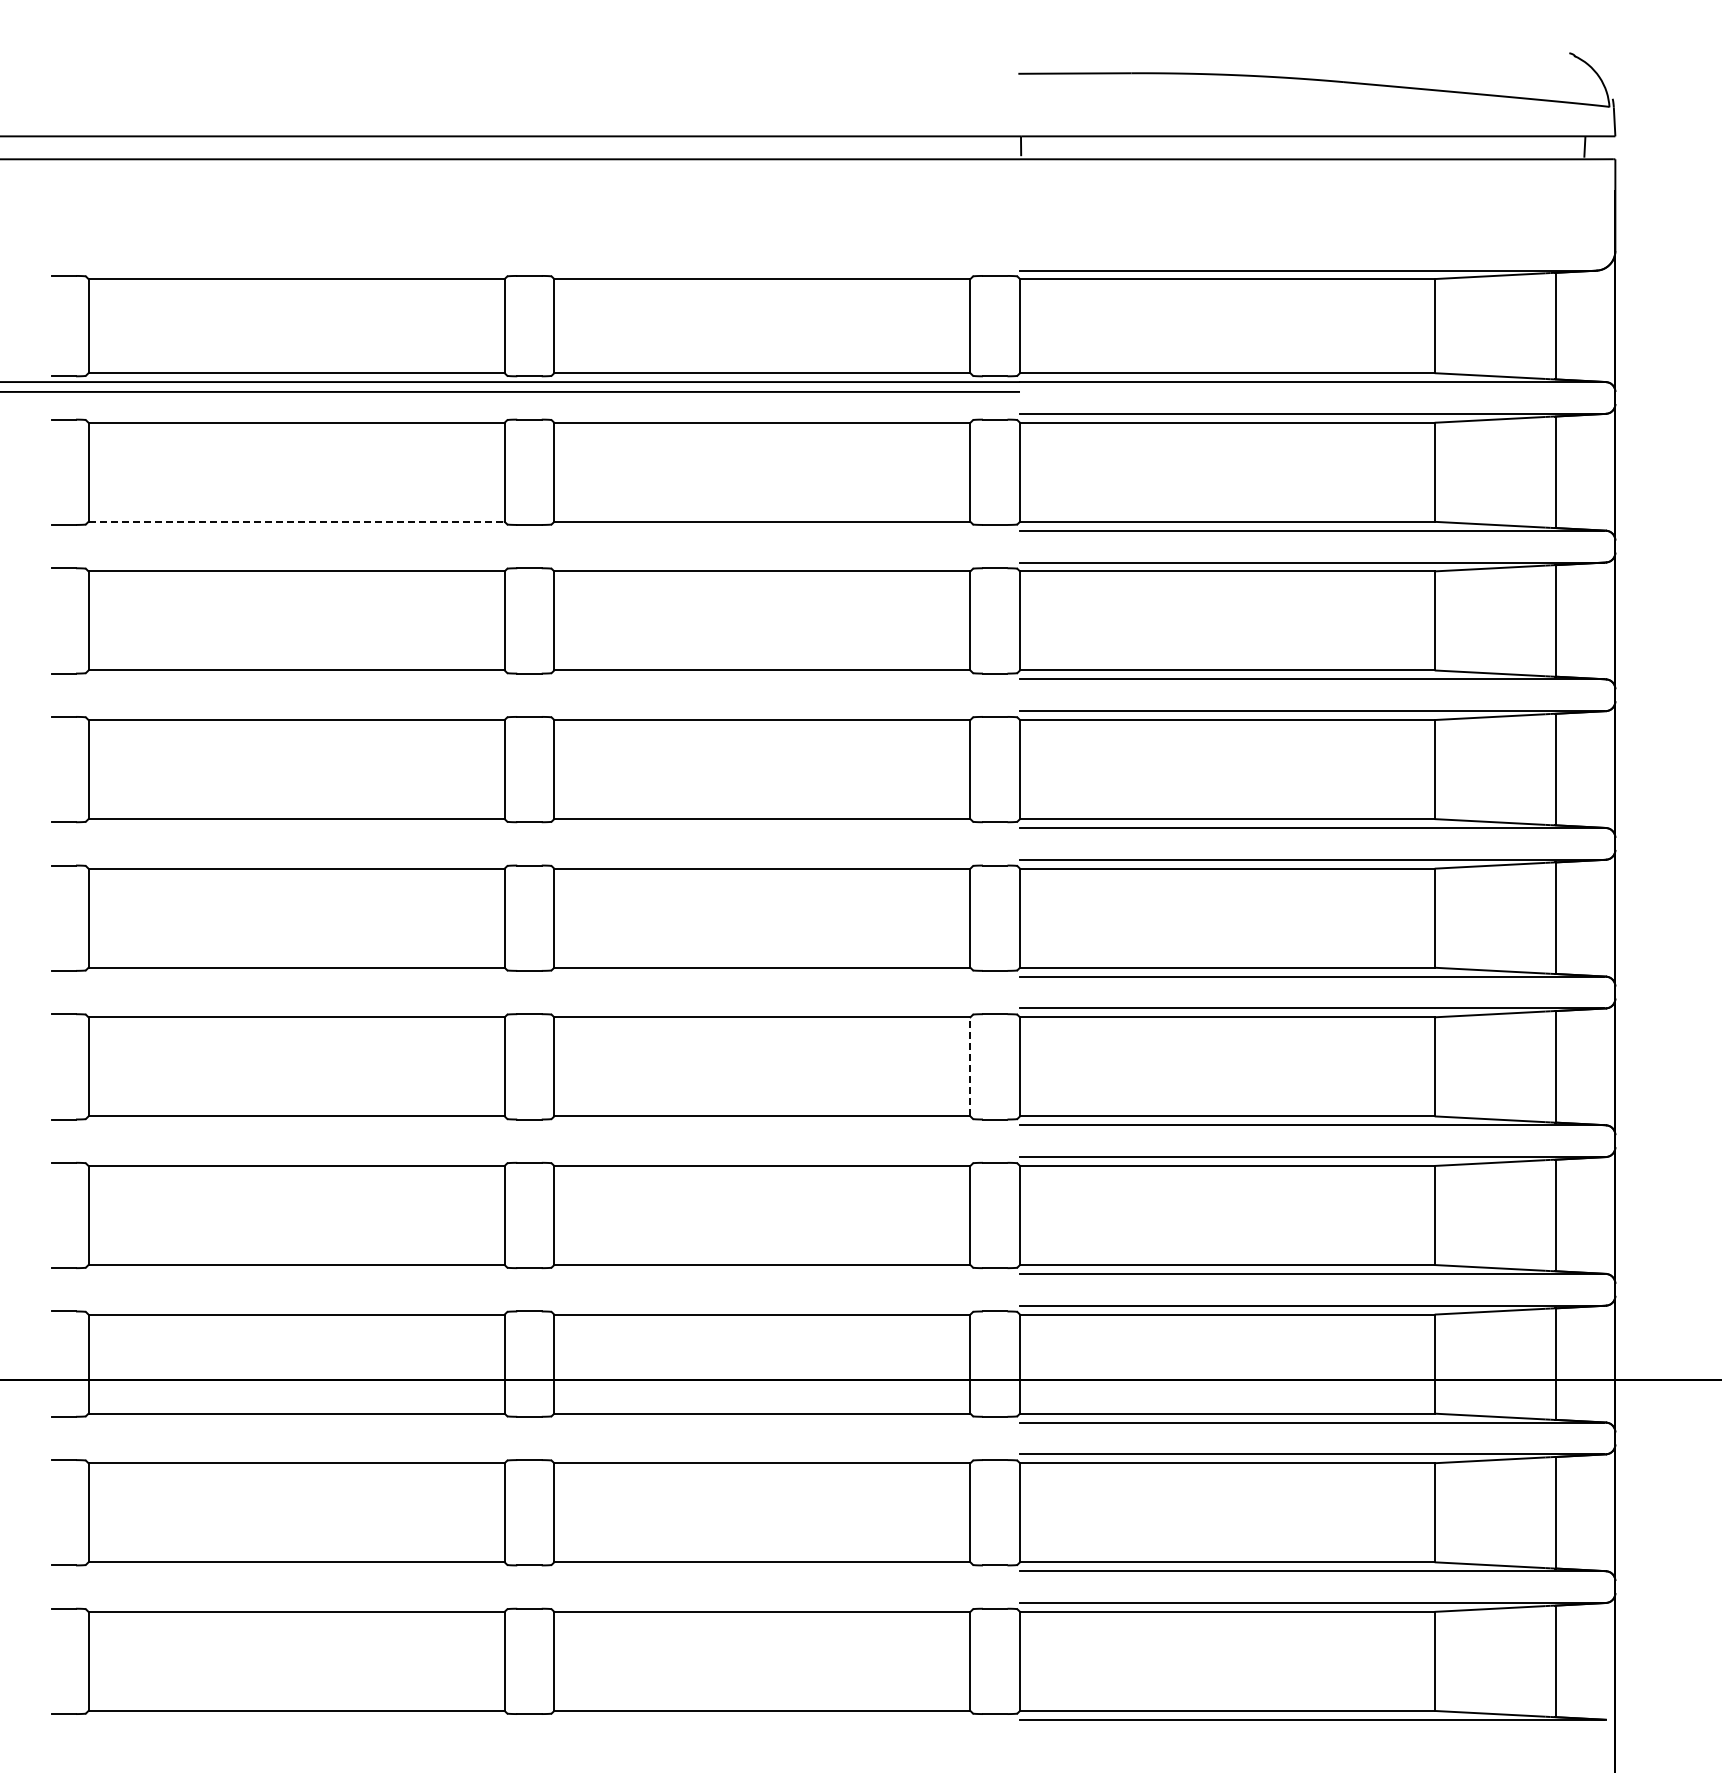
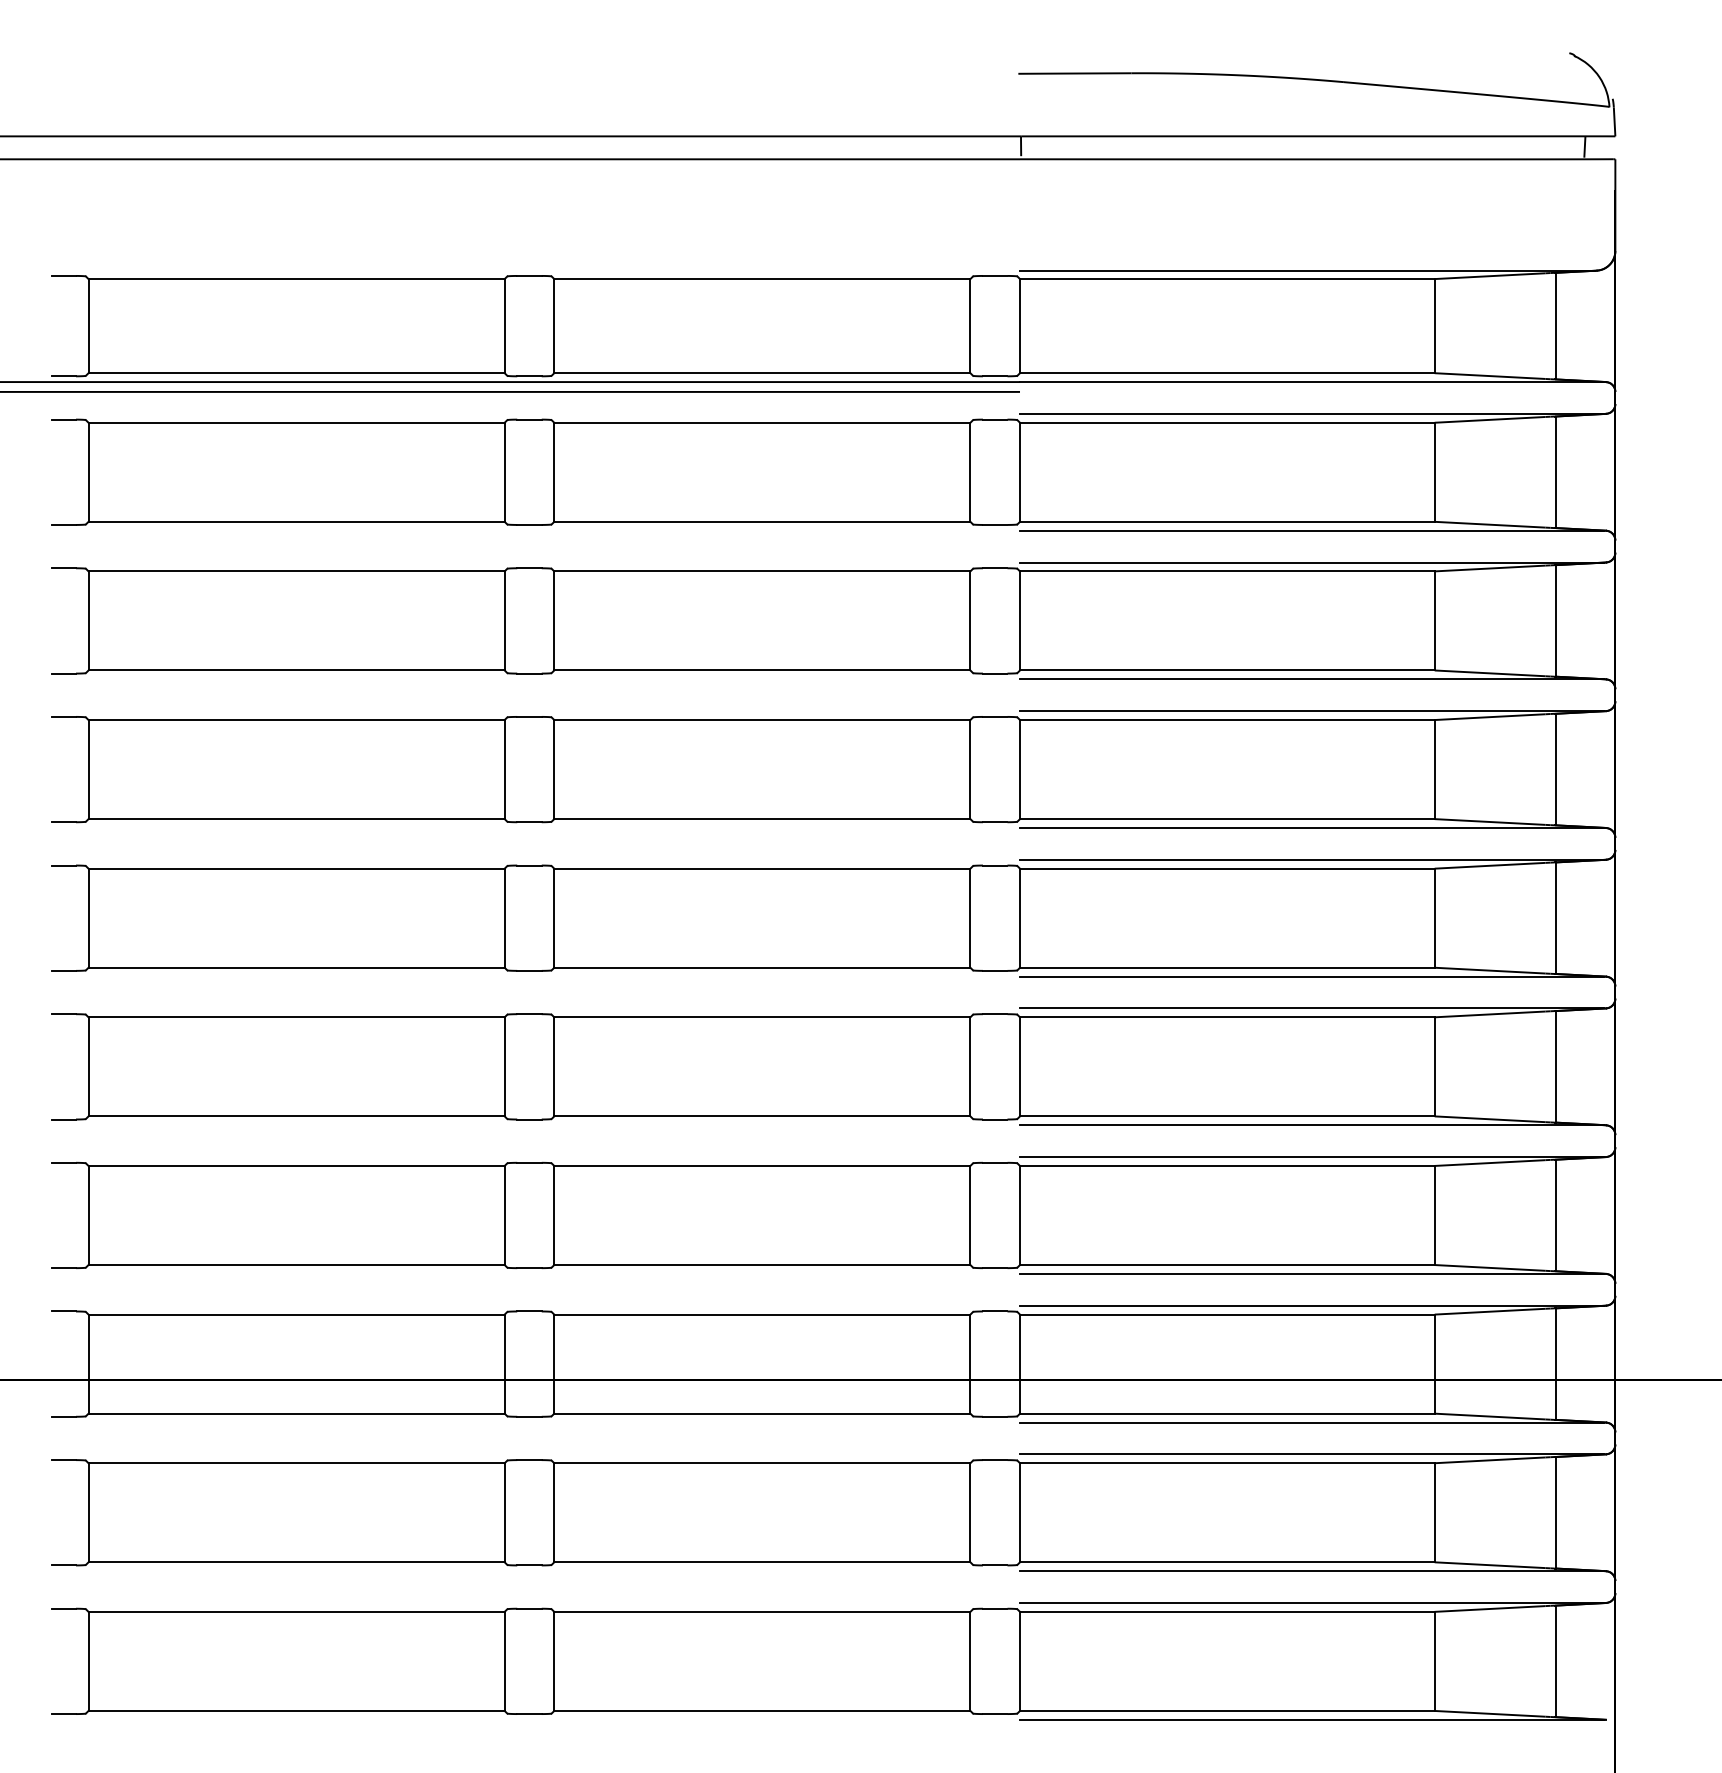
line at (297, 521): dashed -> solid
line at (970, 1066): dashed -> solid
